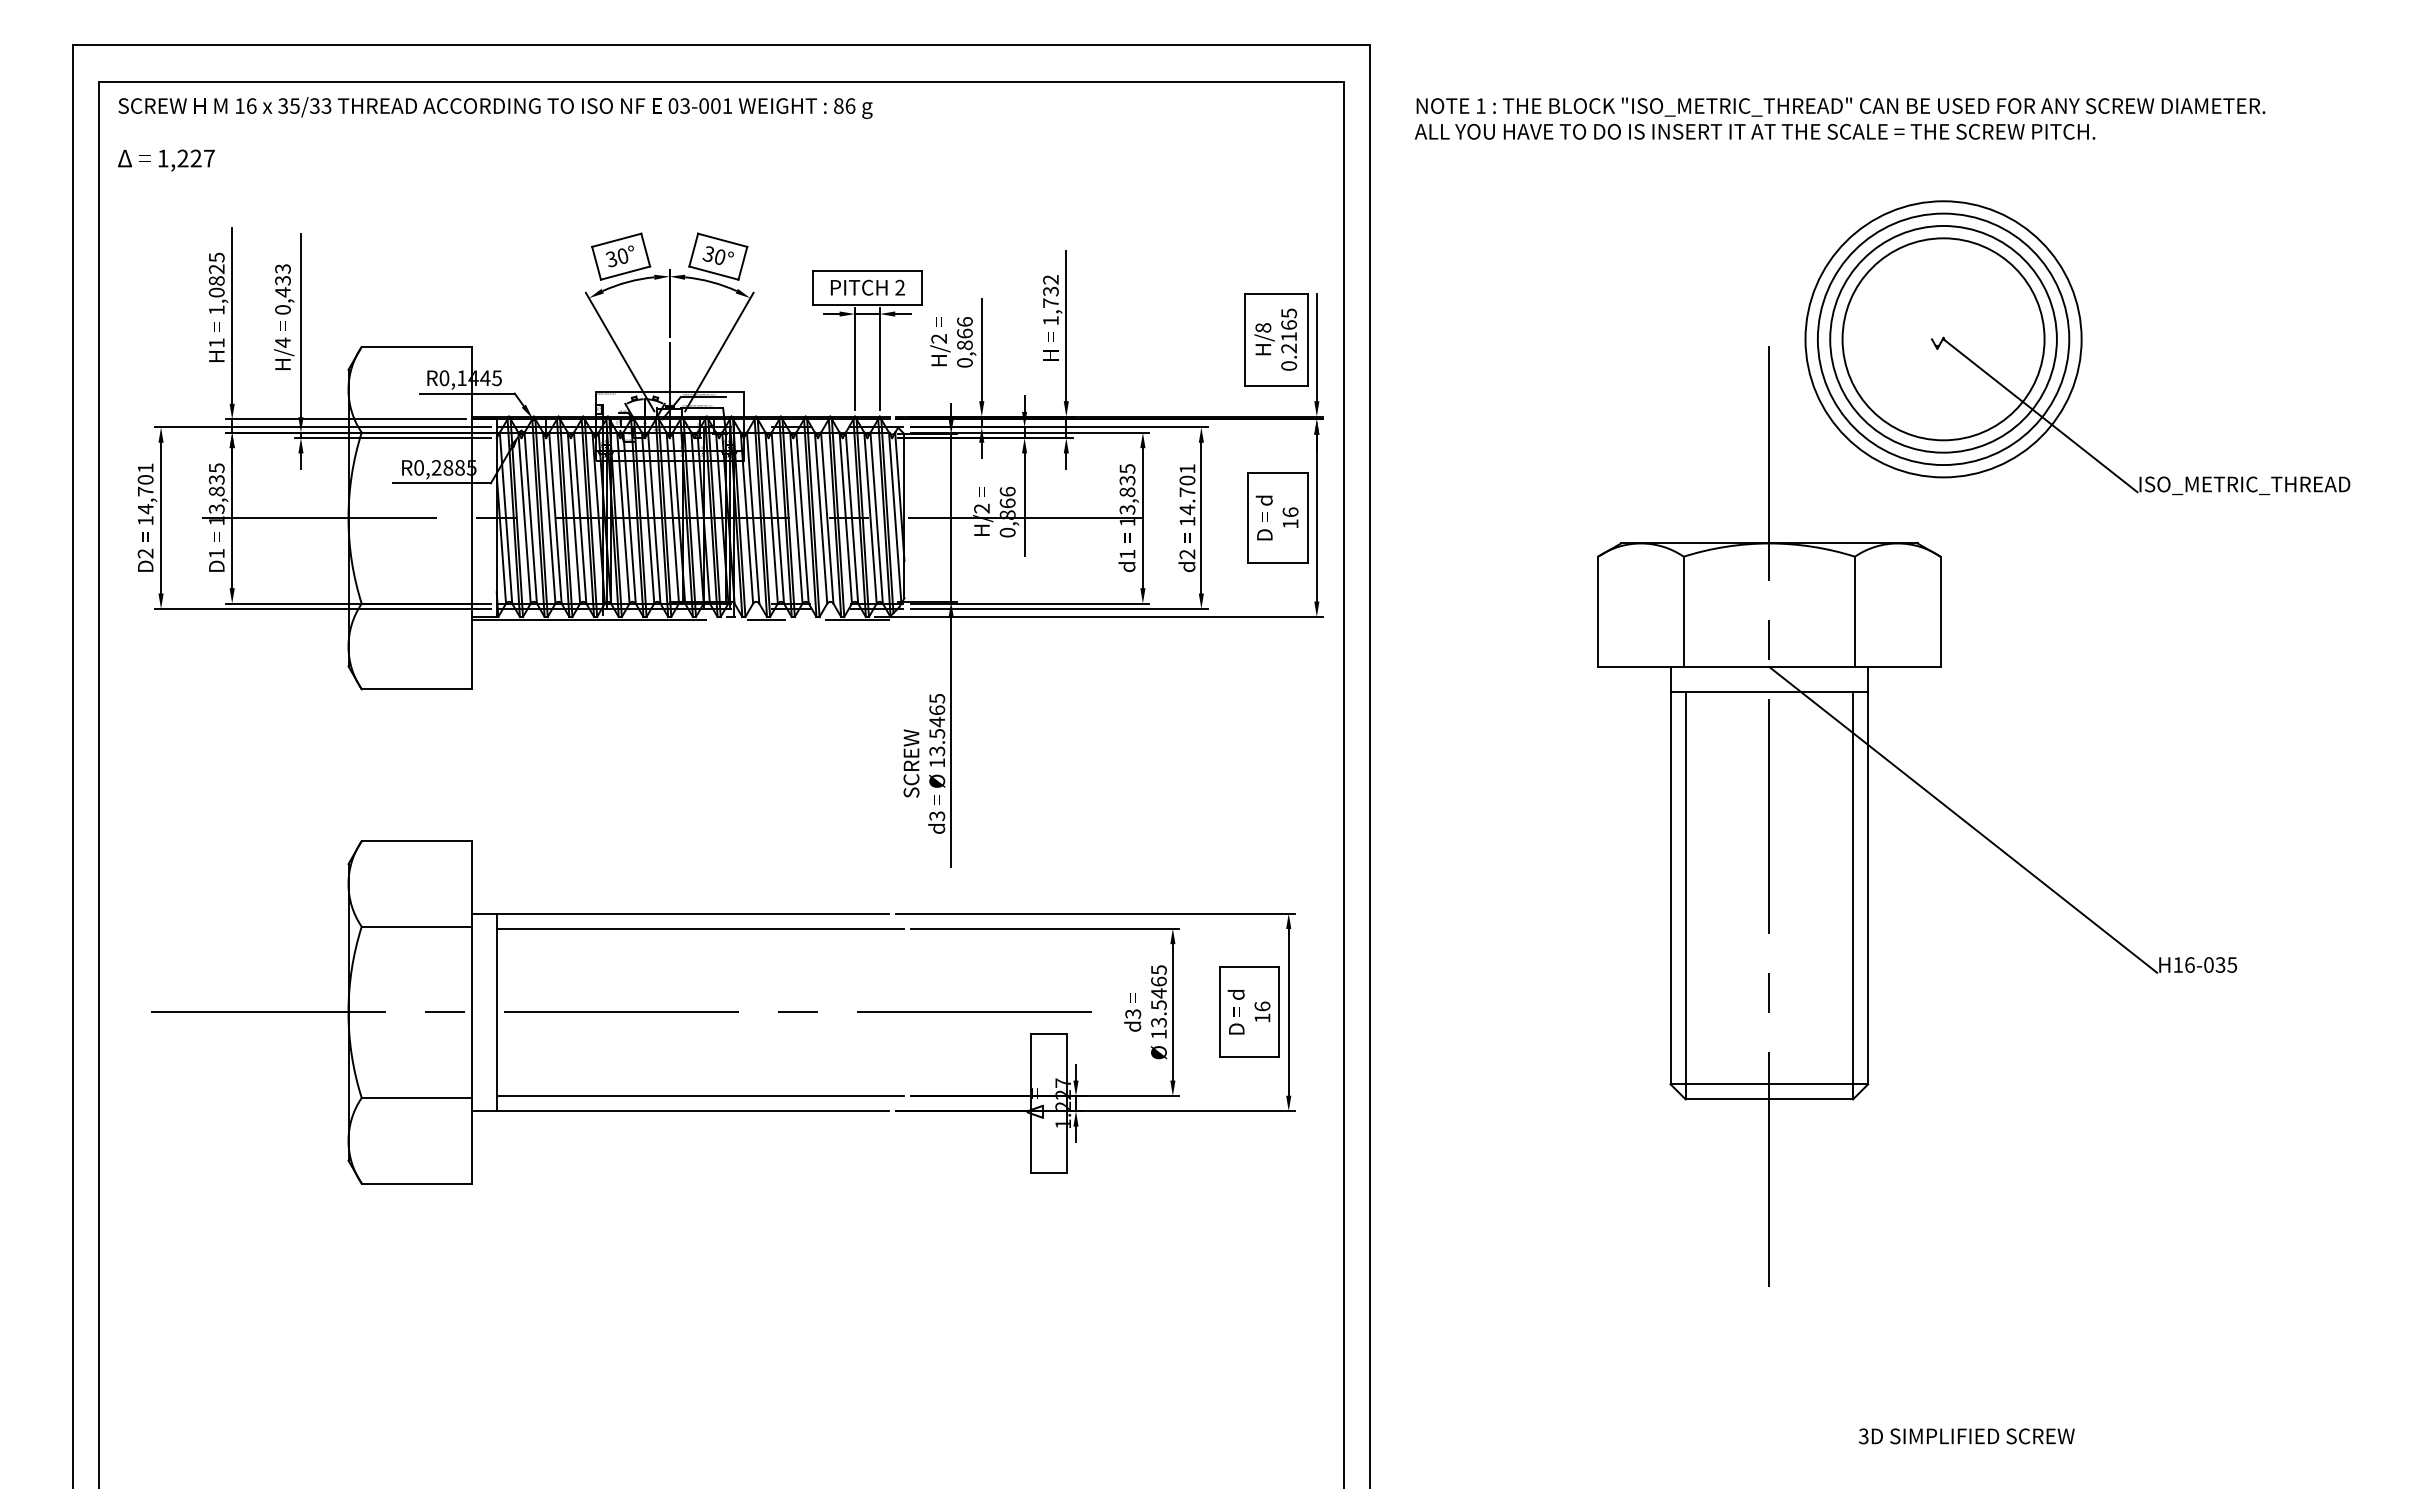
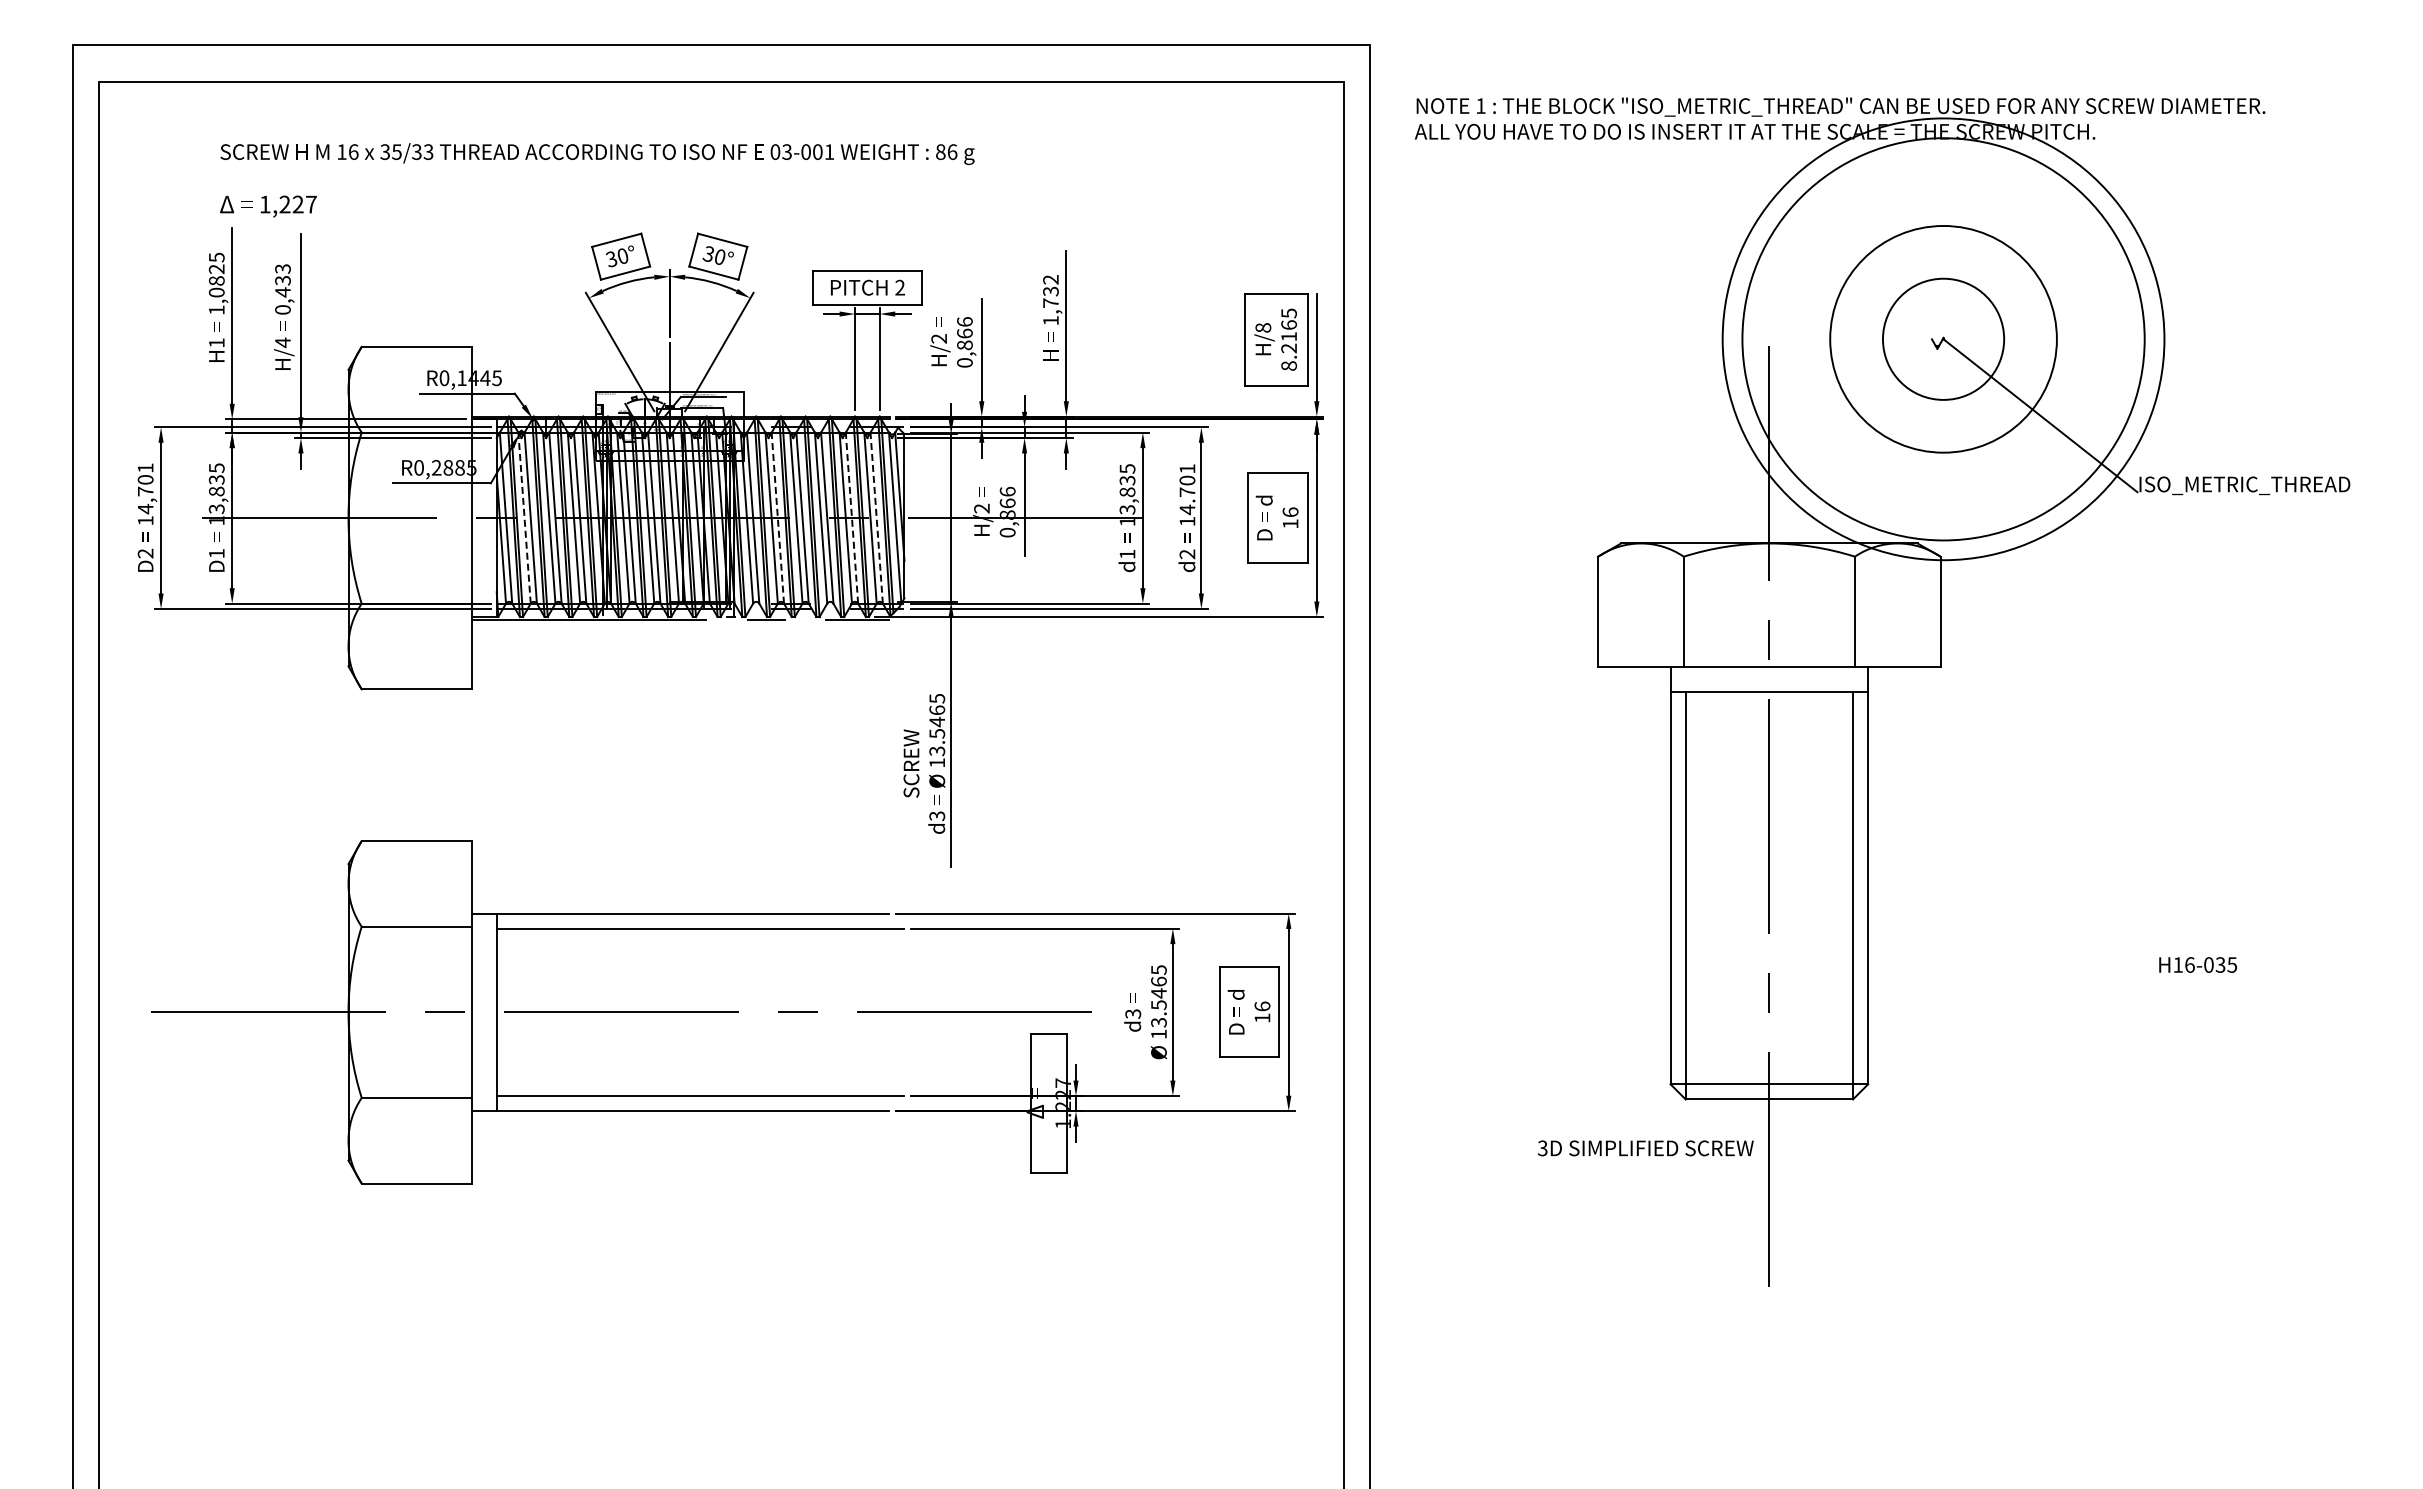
text at (495, 134) position: (495, 134) -> (597, 180)
circle at (1943, 339) diameter: 202 px -> 121 px
circle at (1943, 339) diameter: 251 px -> 402 px
circle at (1943, 339) diameter: 276 px -> 442 px
text at (1288, 365): 0.2165 -> 8.2165
line at (524, 518): solid -> dashed
line at (777, 518): solid -> dashed
line at (851, 518): solid -> dashed
line at (876, 518): solid -> dashed
line at (1963, 819): present -> none
text at (1966, 1436) position: (1966, 1436) -> (1645, 1148)
